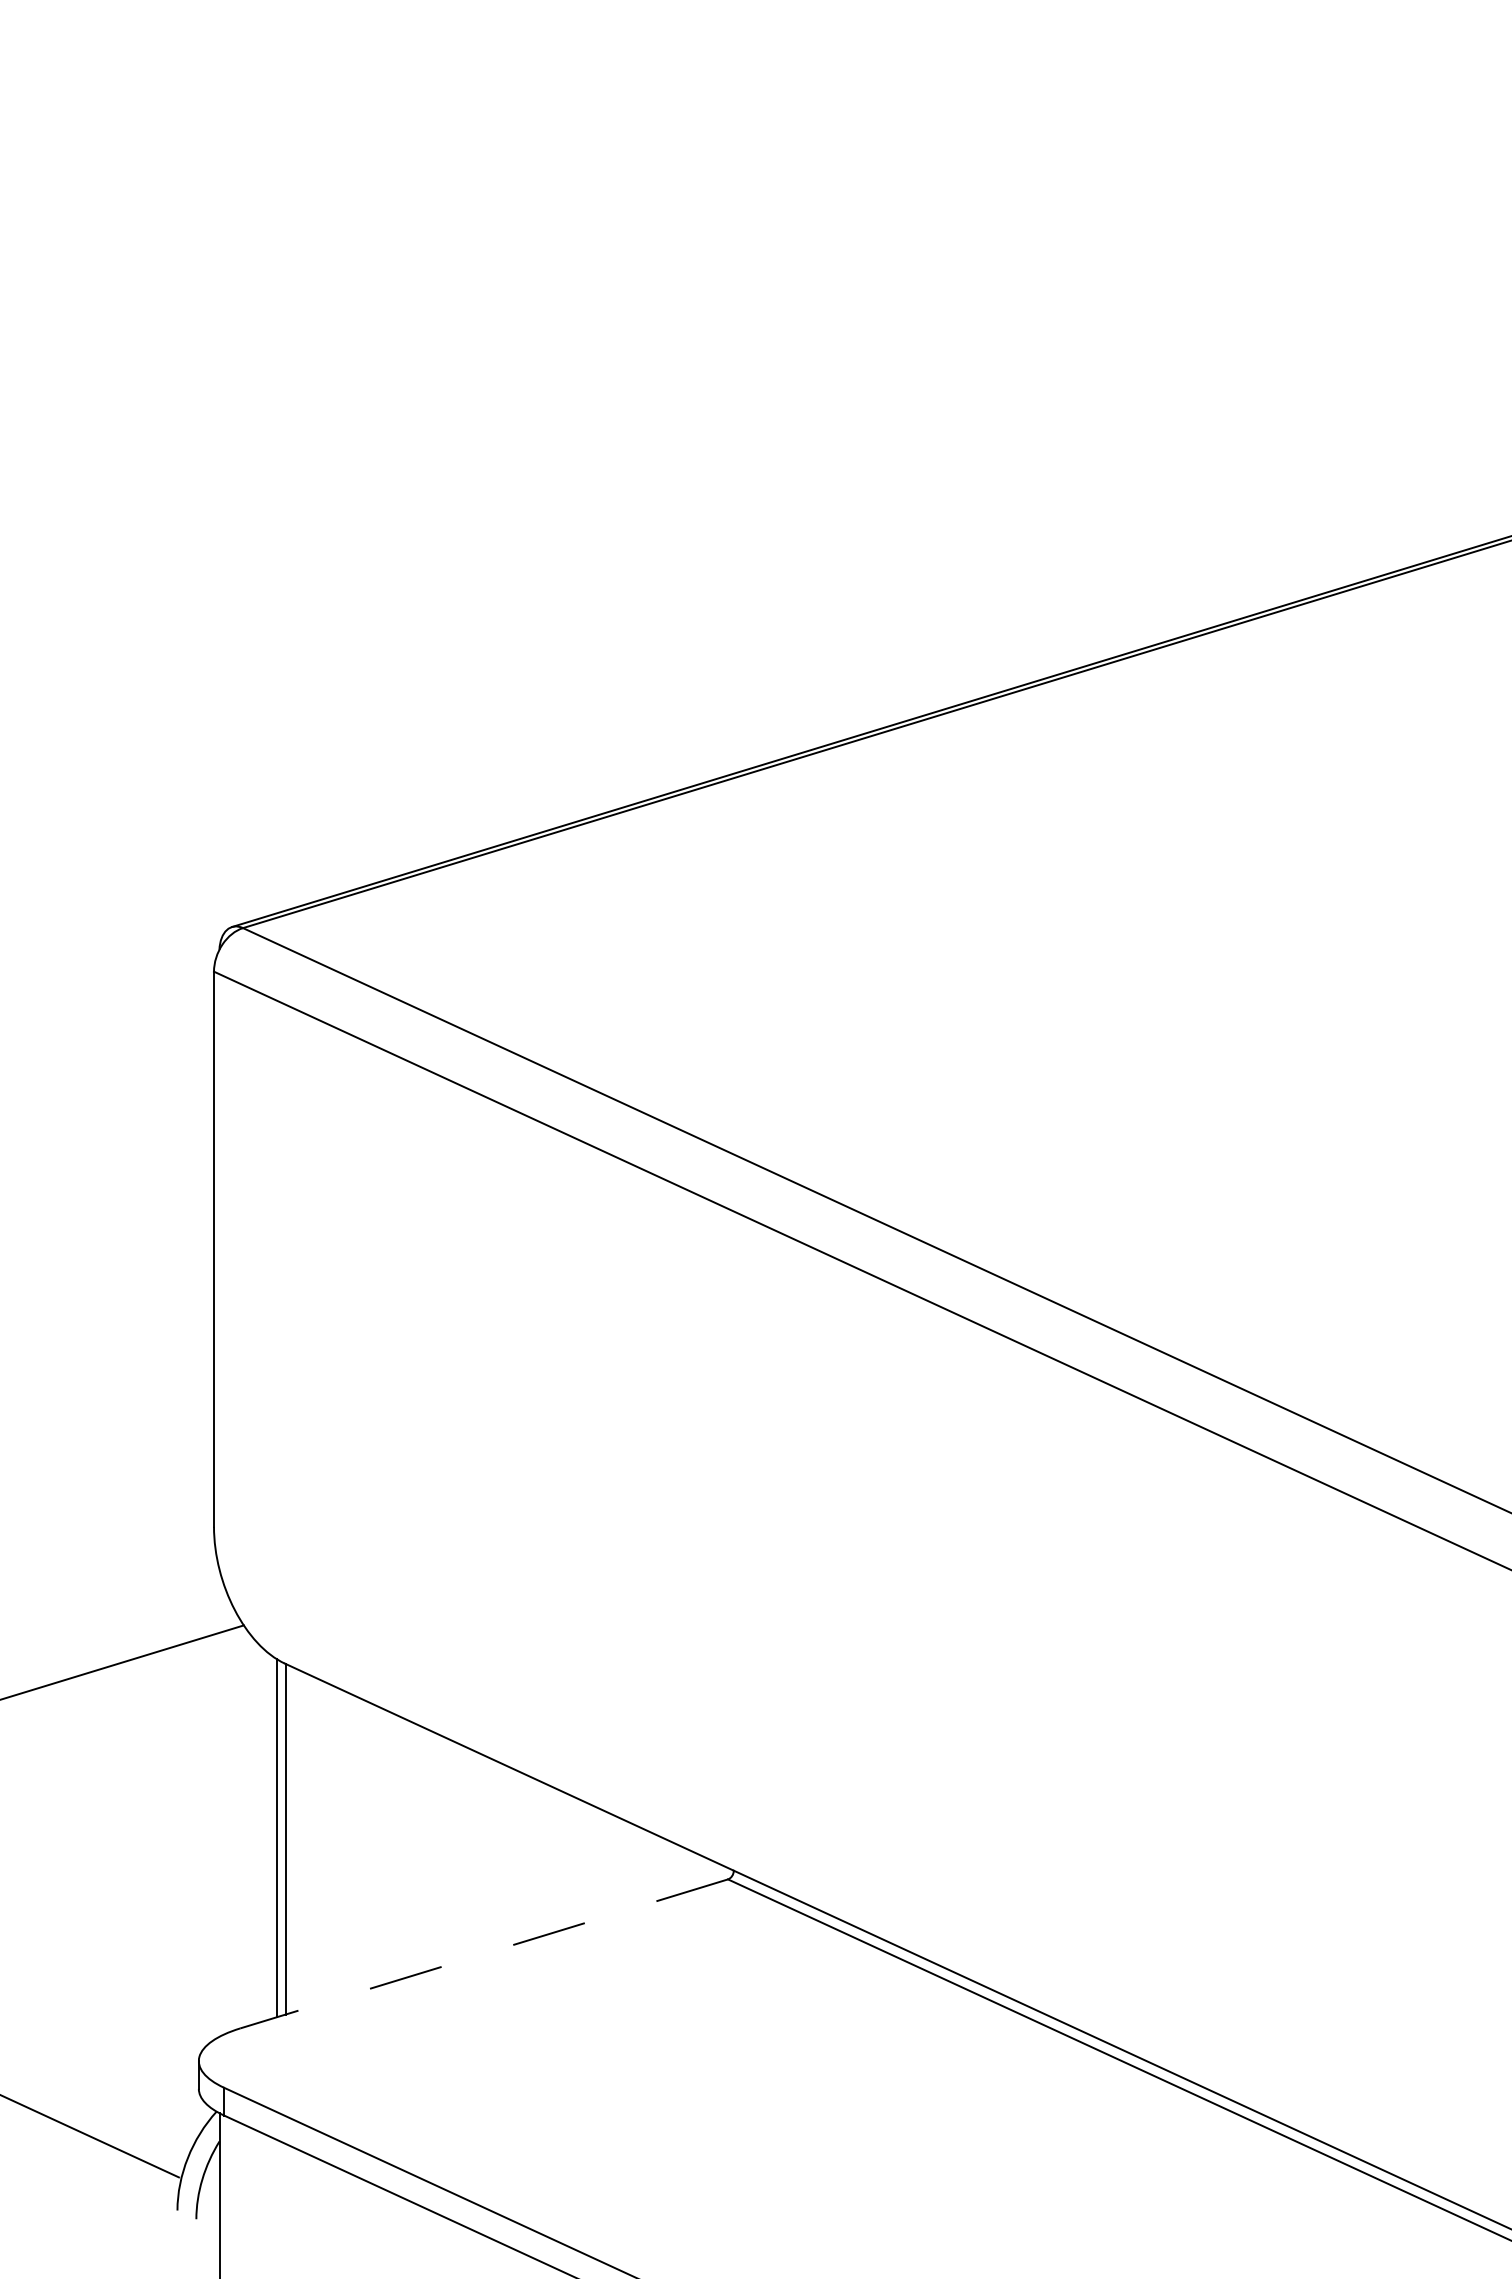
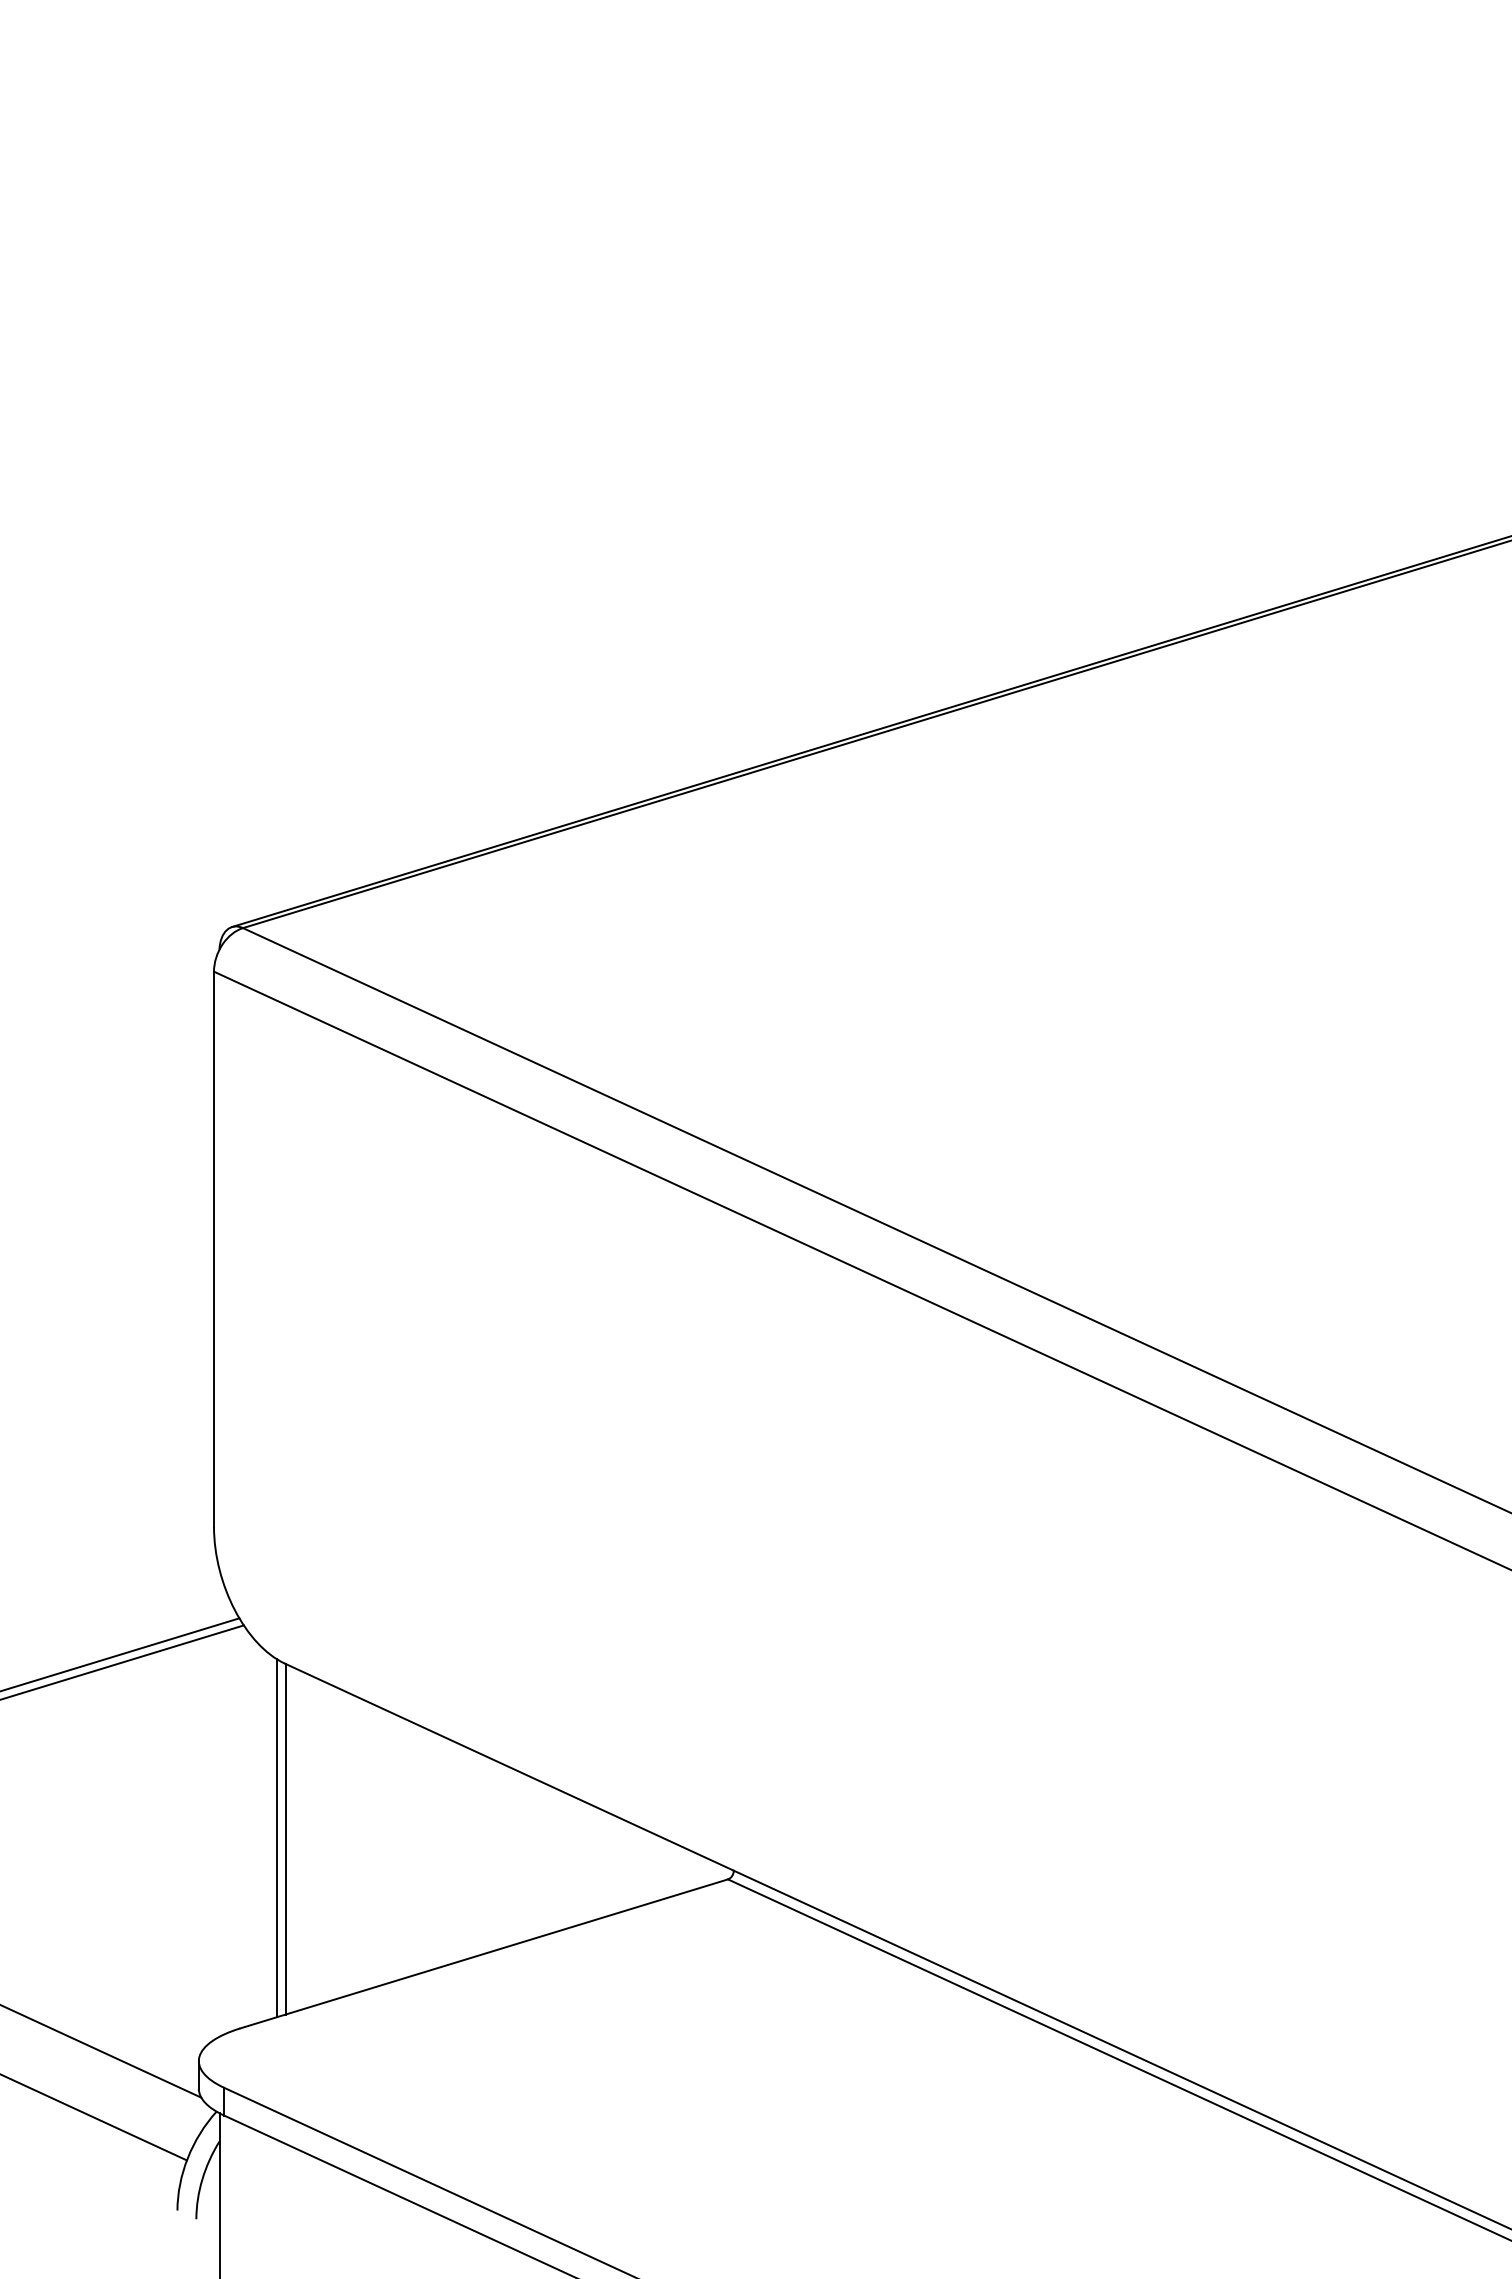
line at (120, 1654): none -> present
line at (483, 1954): dashed -> solid
line at (101, 2051): none -> present
line at (90, 2136) position: (90, 2136) -> (94, 2117)
